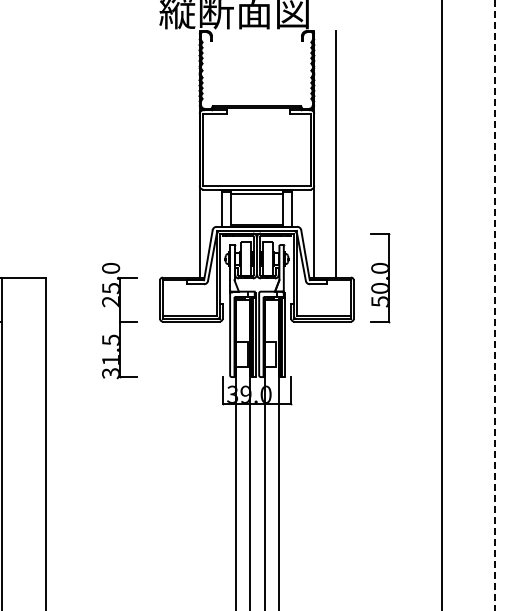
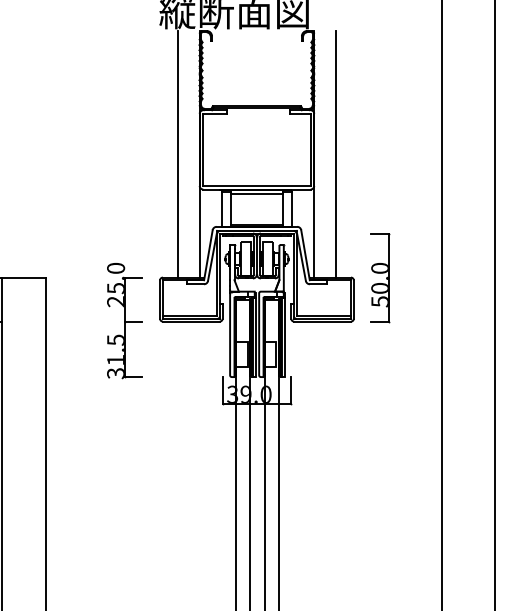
line at (177, 154): none -> present
line at (494, 305): dashed -> solid
part at (119, 321) position: (119, 321) -> (124, 321)
